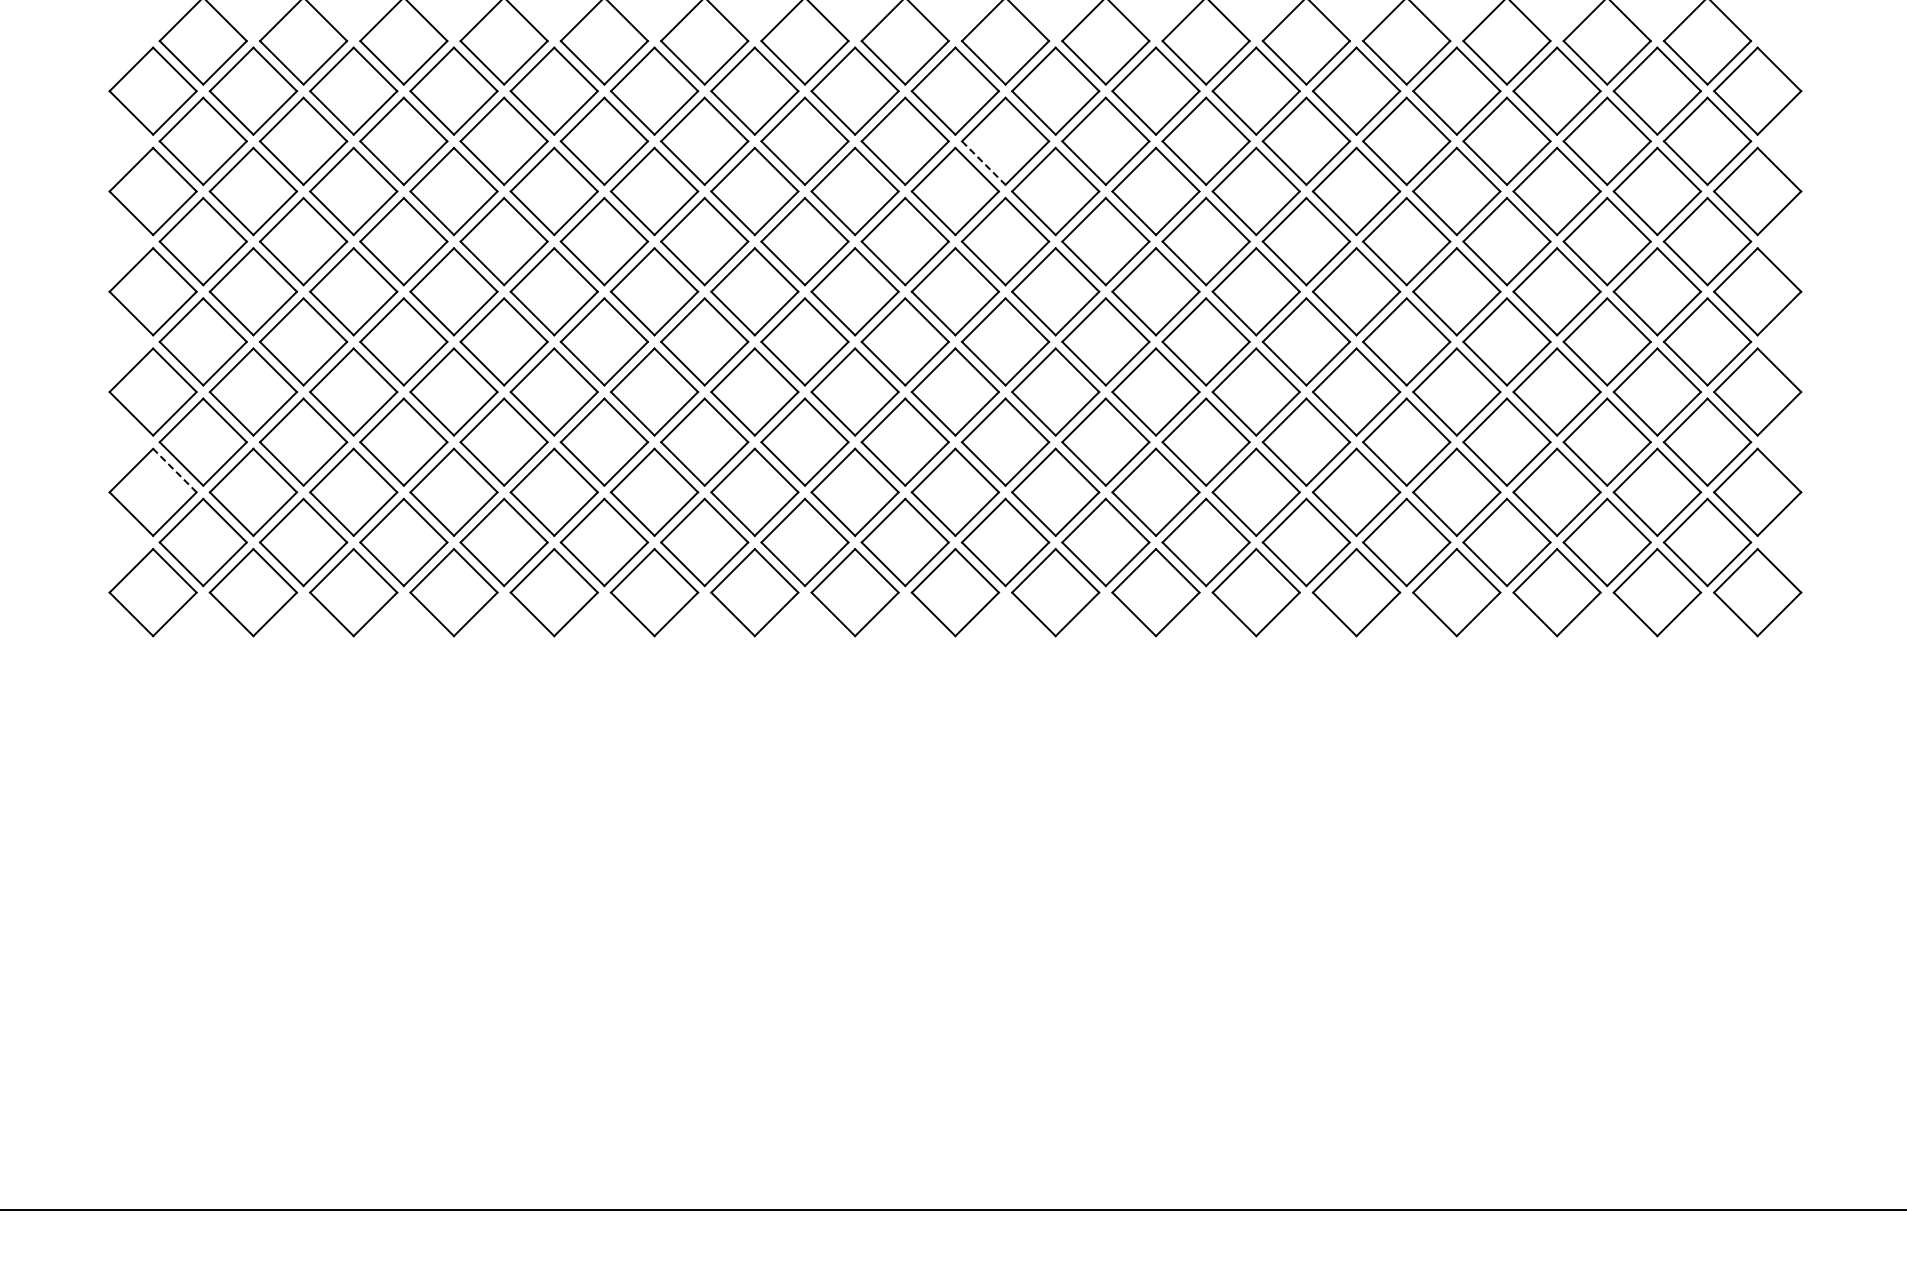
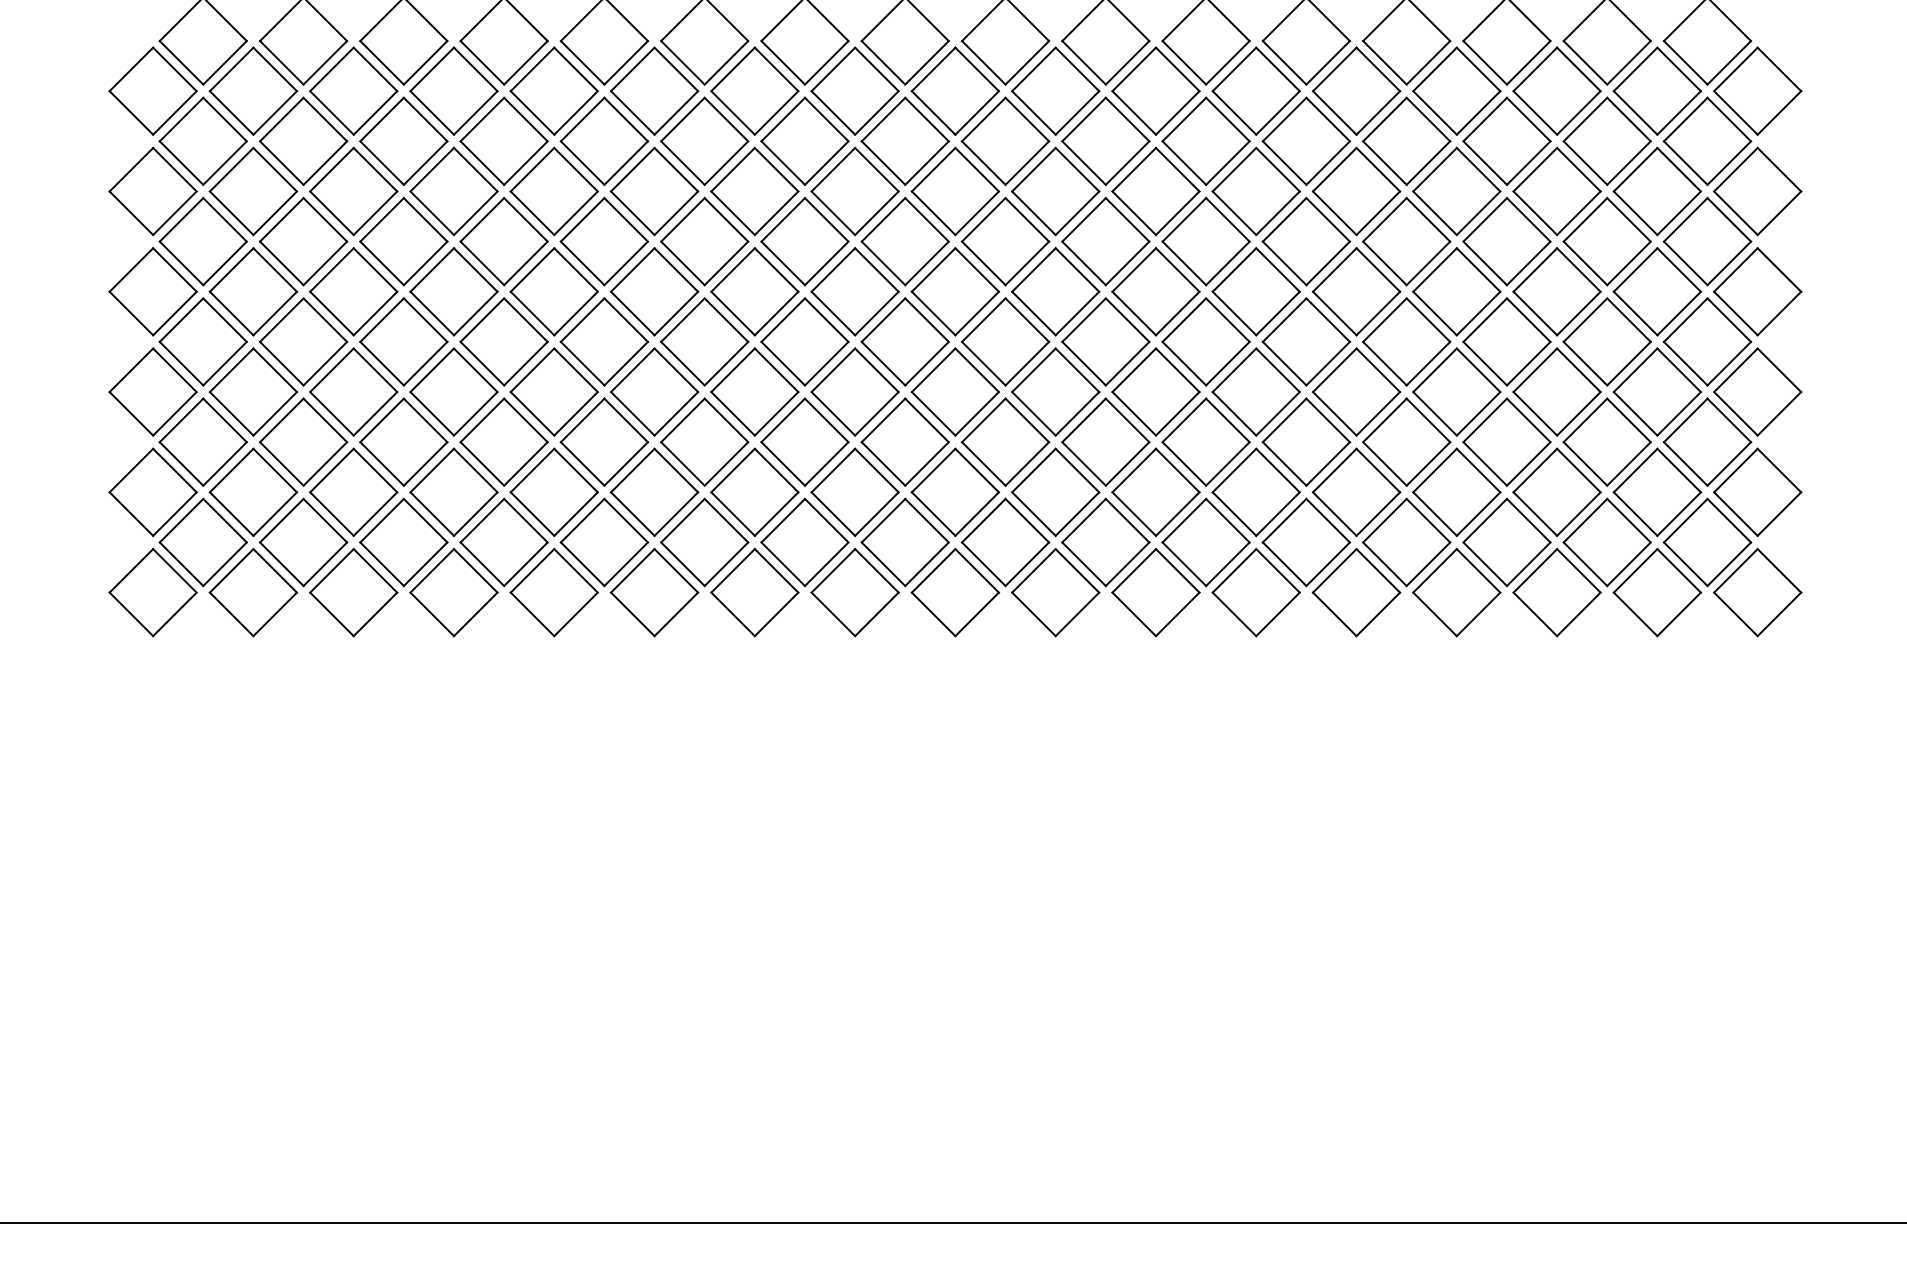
line at (983, 163): dashed -> solid
line at (174, 470): dashed -> solid
line at (952, 1210) position: (952, 1210) -> (952, 1223)
